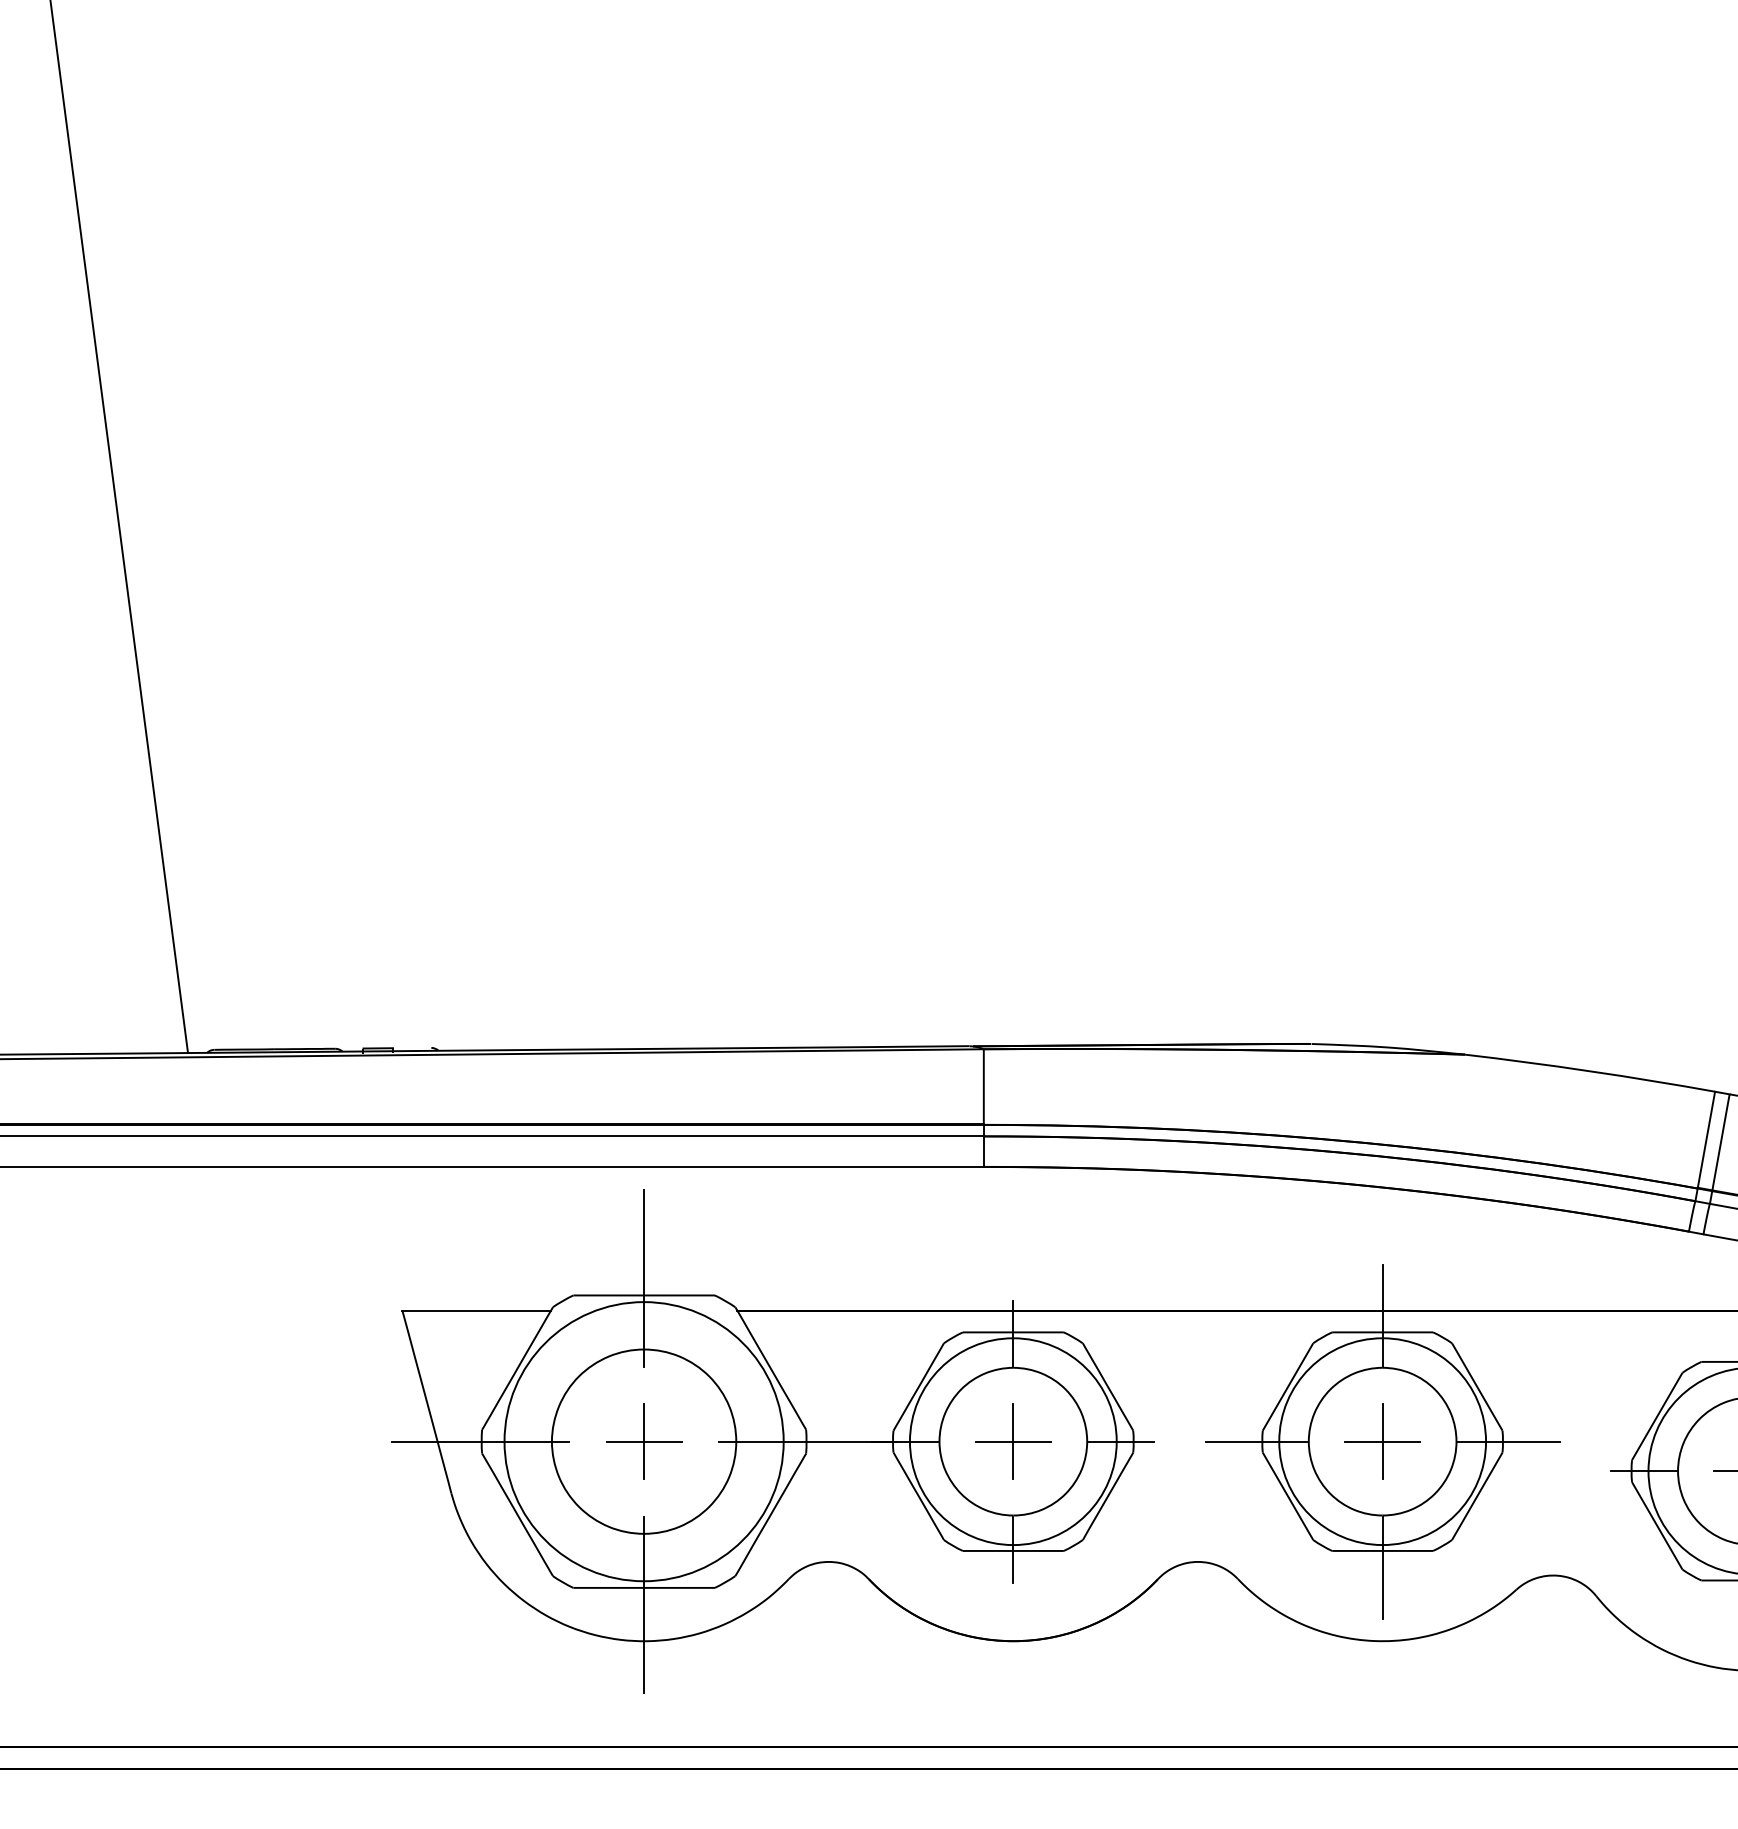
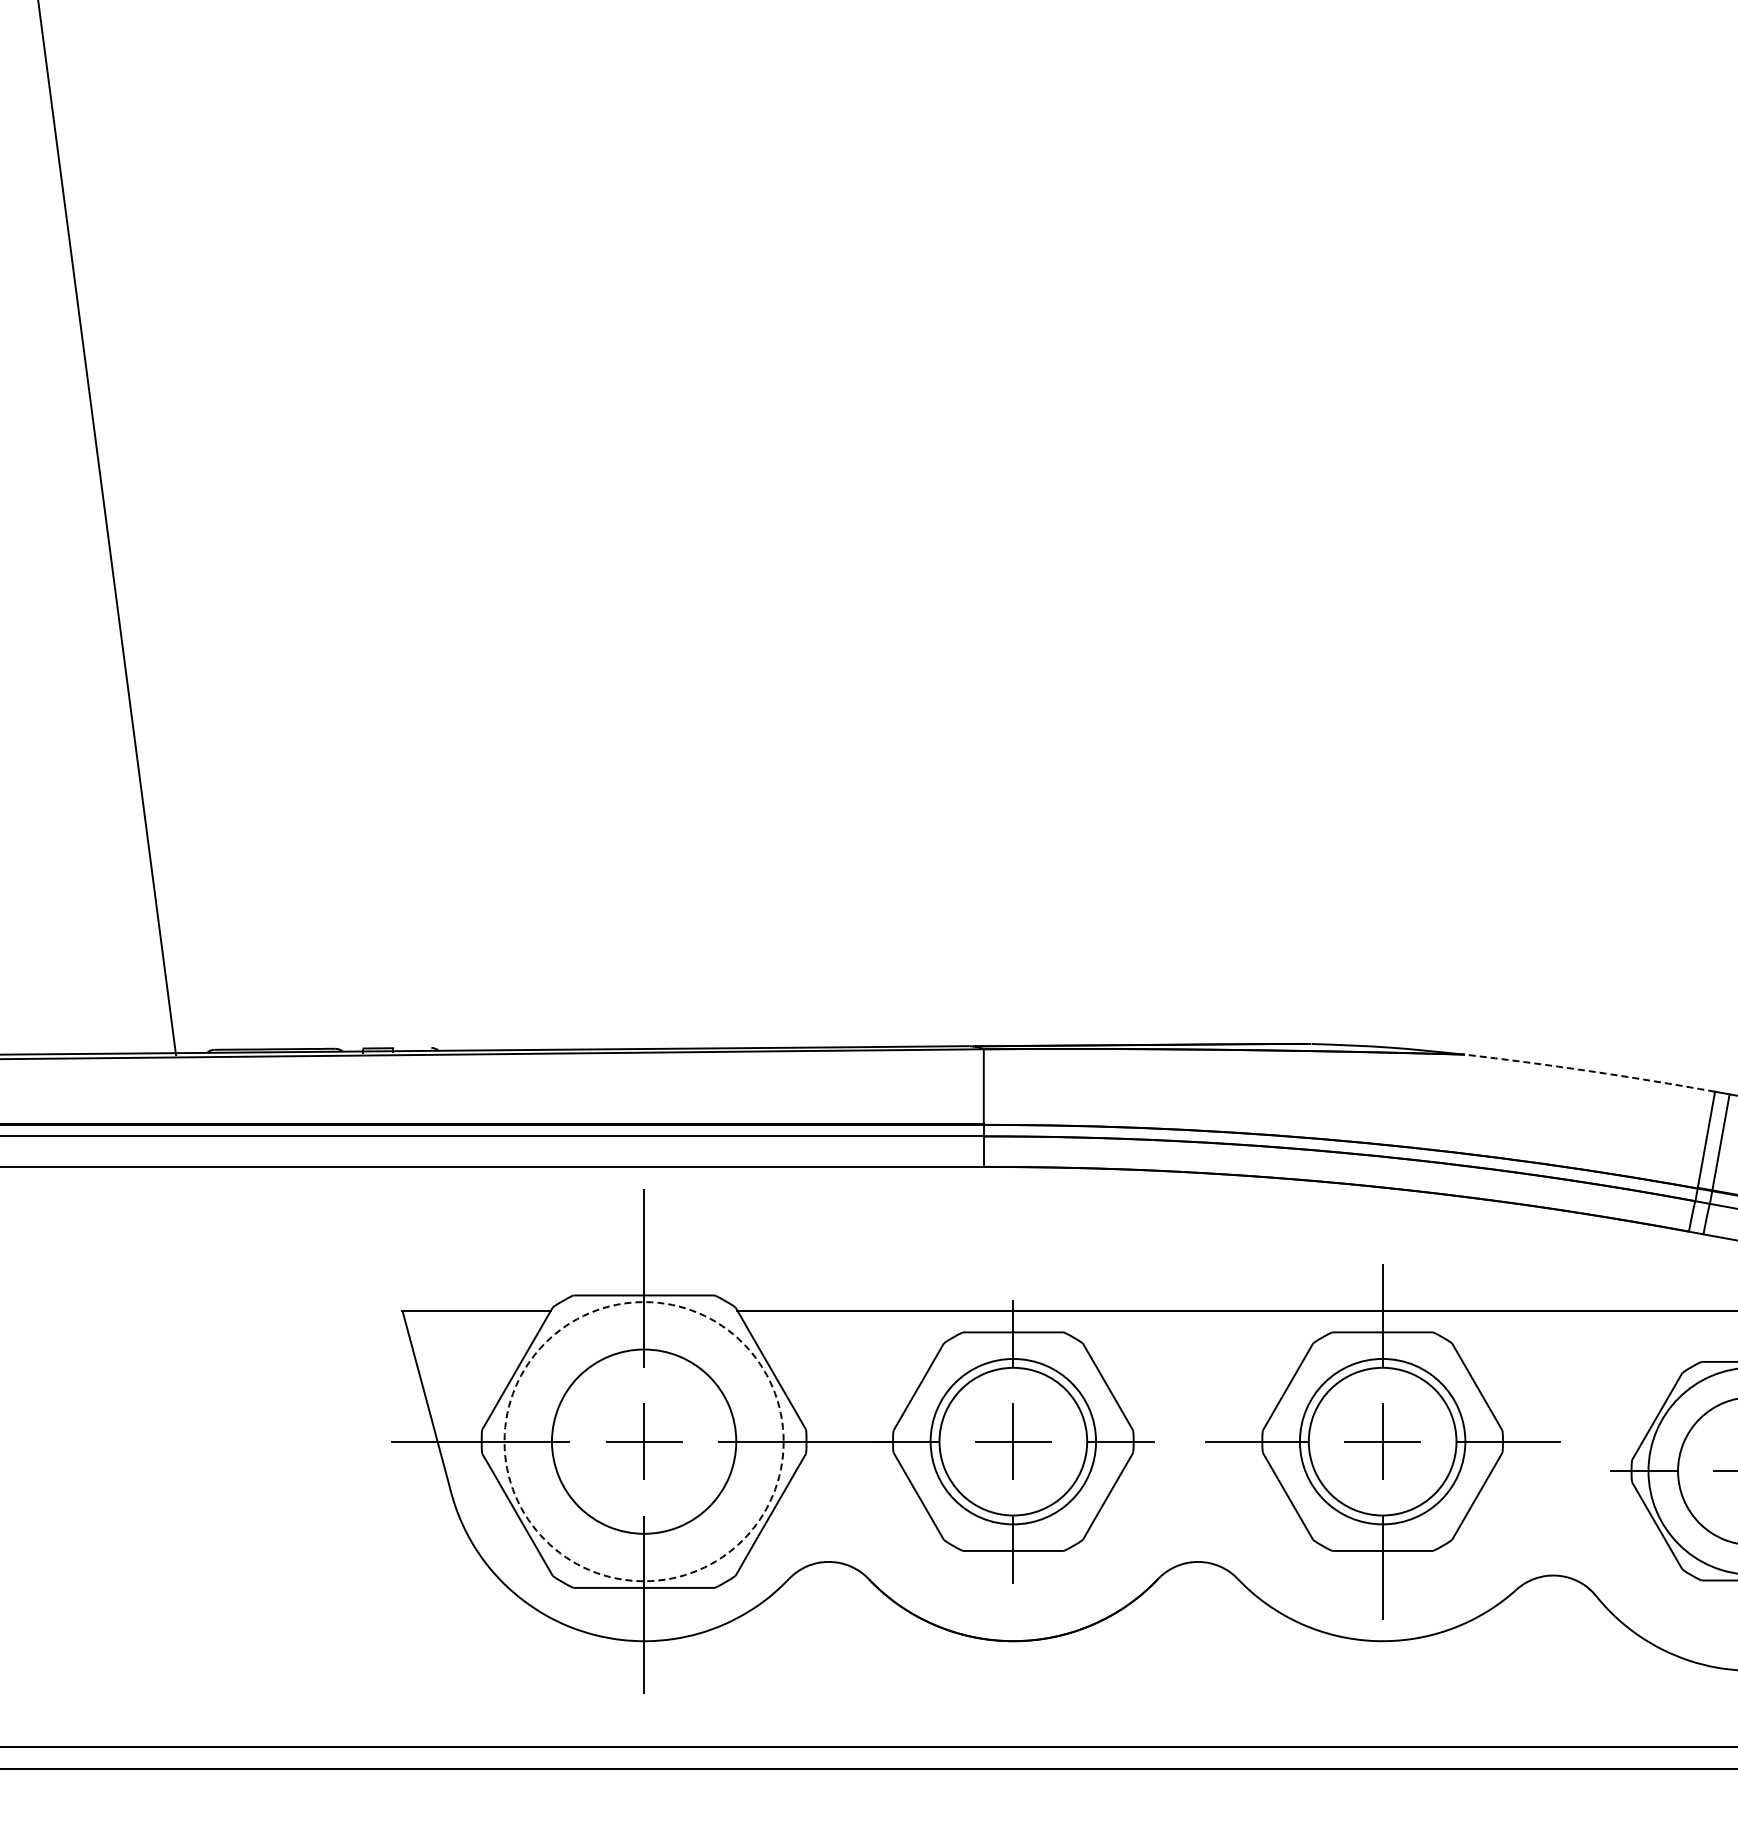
line at (119, 527) position: (119, 527) -> (107, 528)
arc at (1589, 1071): solid -> dashed
circle at (643, 1441): solid -> dashed
circle at (1012, 1441) diameter: 207 px -> 165 px
circle at (1382, 1441) diameter: 207 px -> 165 px
